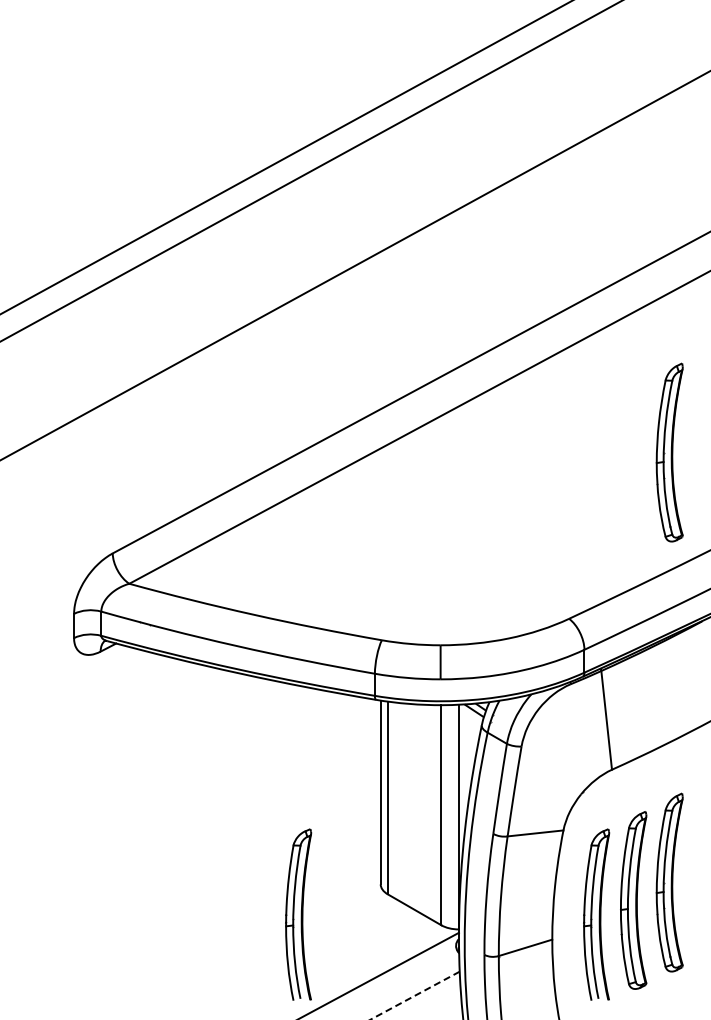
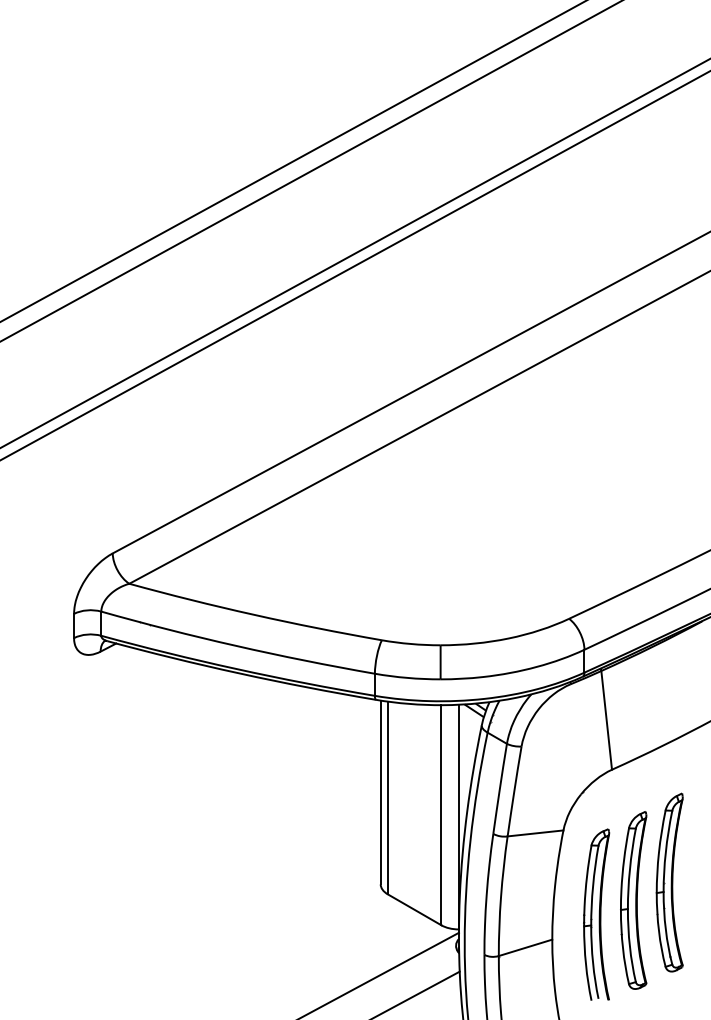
line at (285, 157) position: (285, 157) -> (292, 161)
line at (354, 253): none -> present
part at (669, 452): present -> none
part at (298, 914): present -> none
line at (414, 995): dashed -> solid
